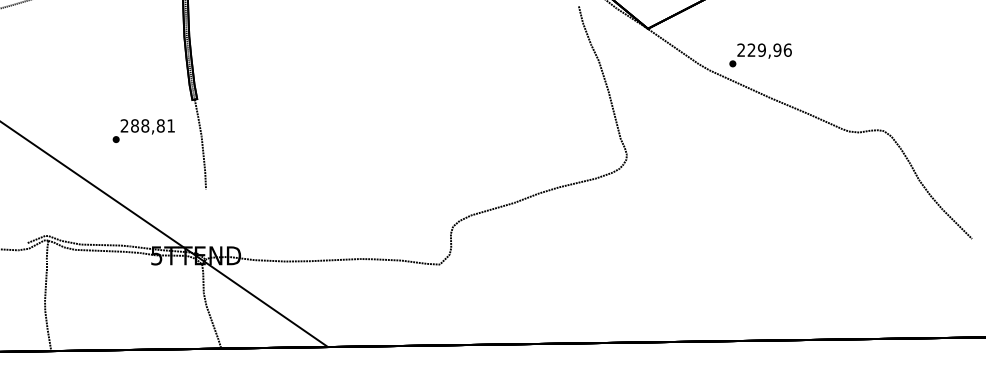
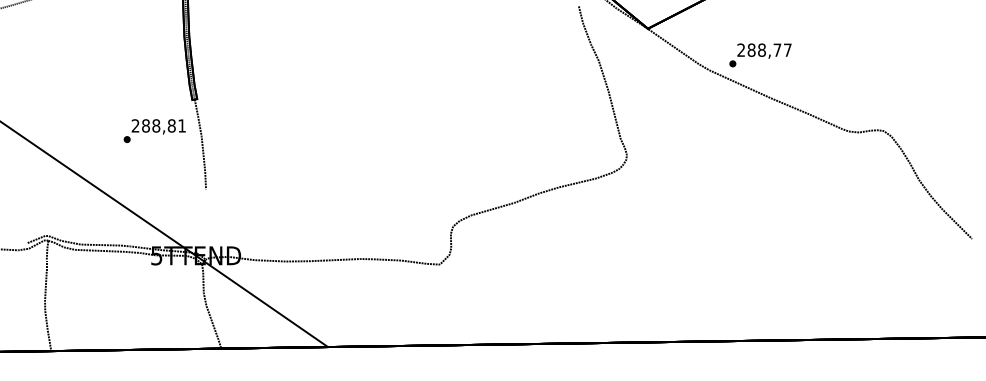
text at (769, 49): 229,96 -> 288,77
text at (143, 130) position: (143, 130) -> (154, 130)
